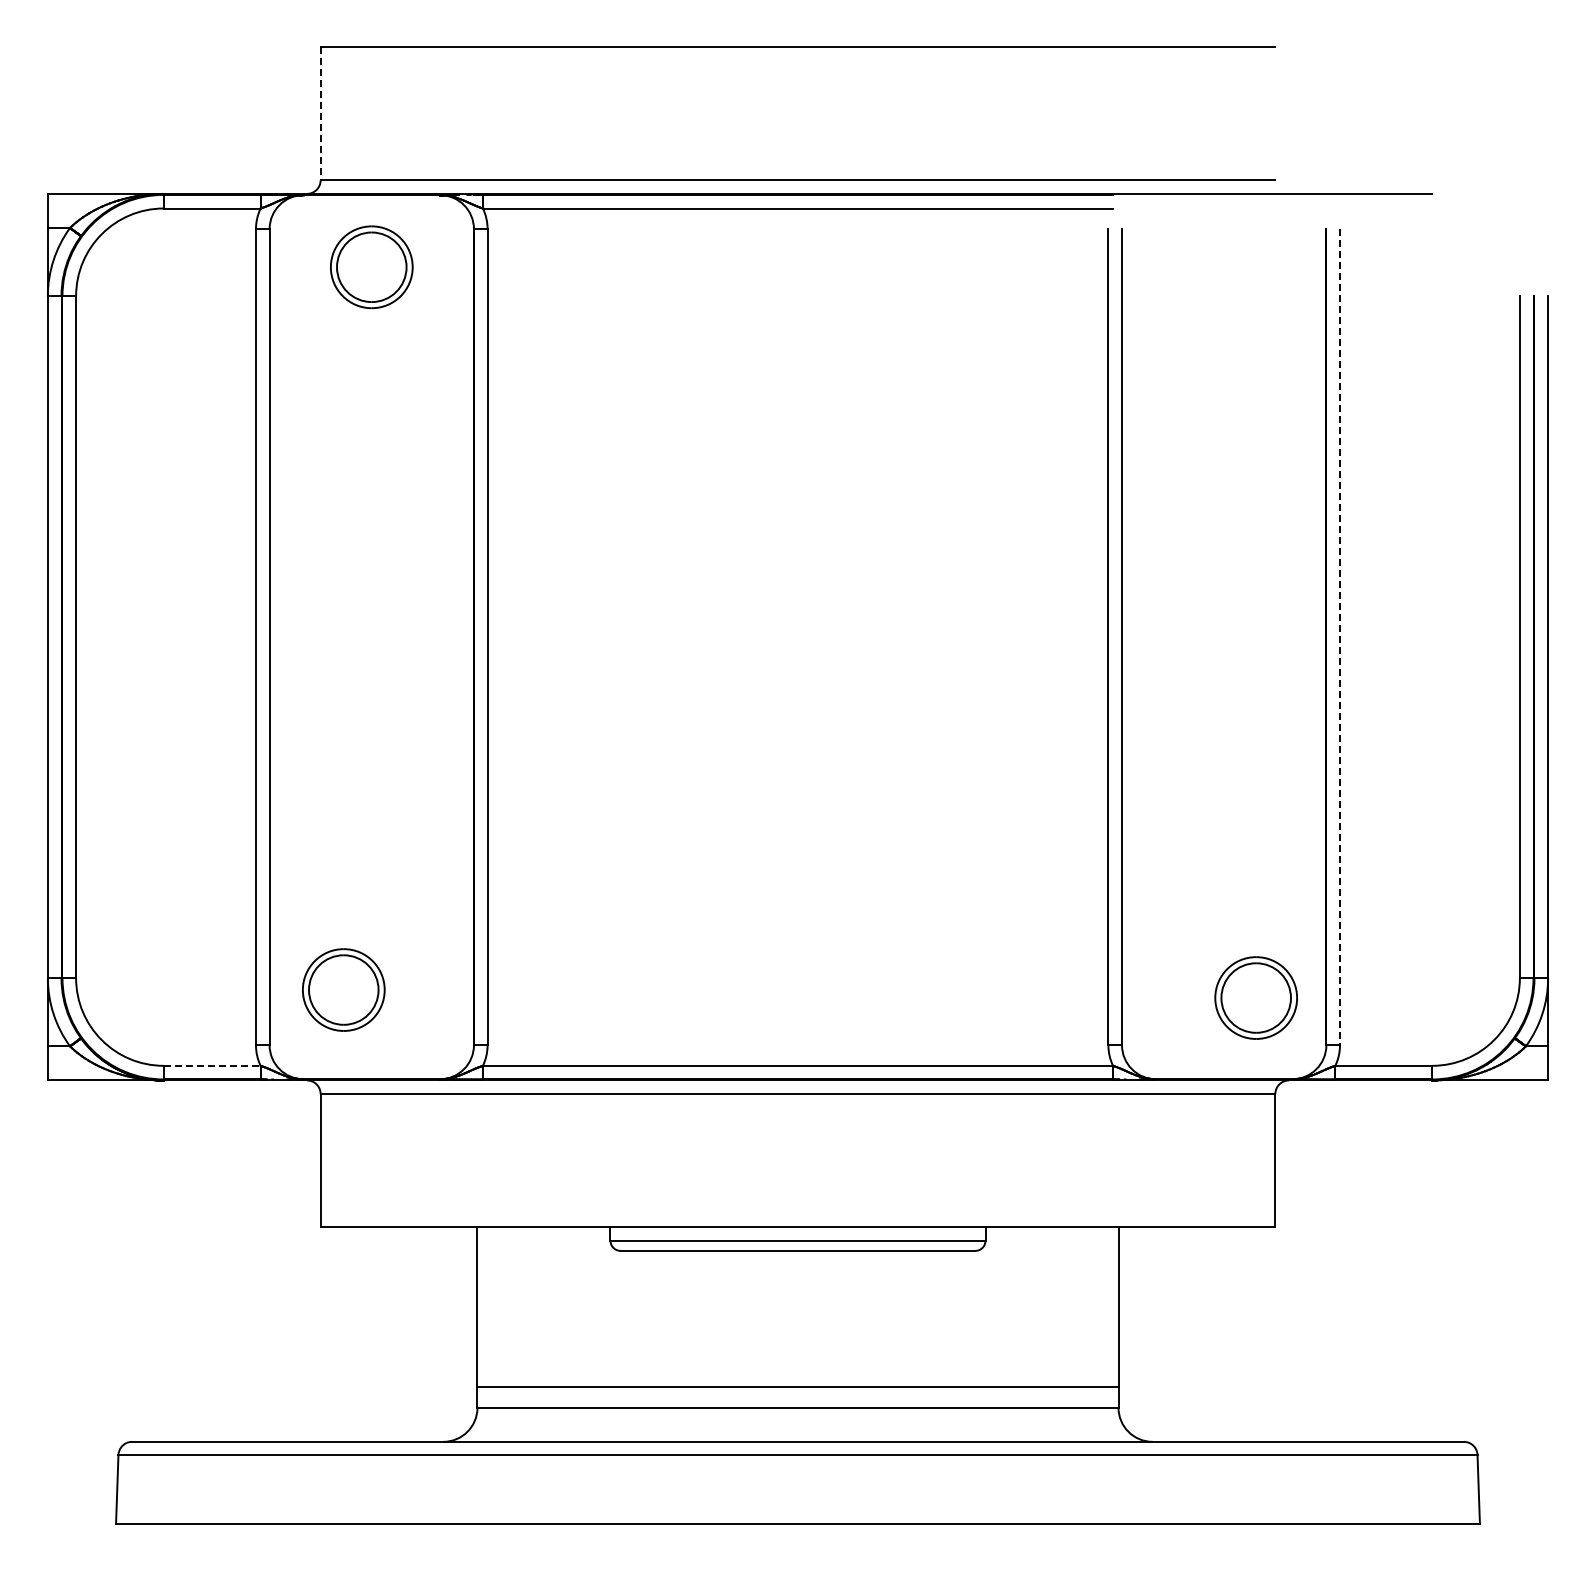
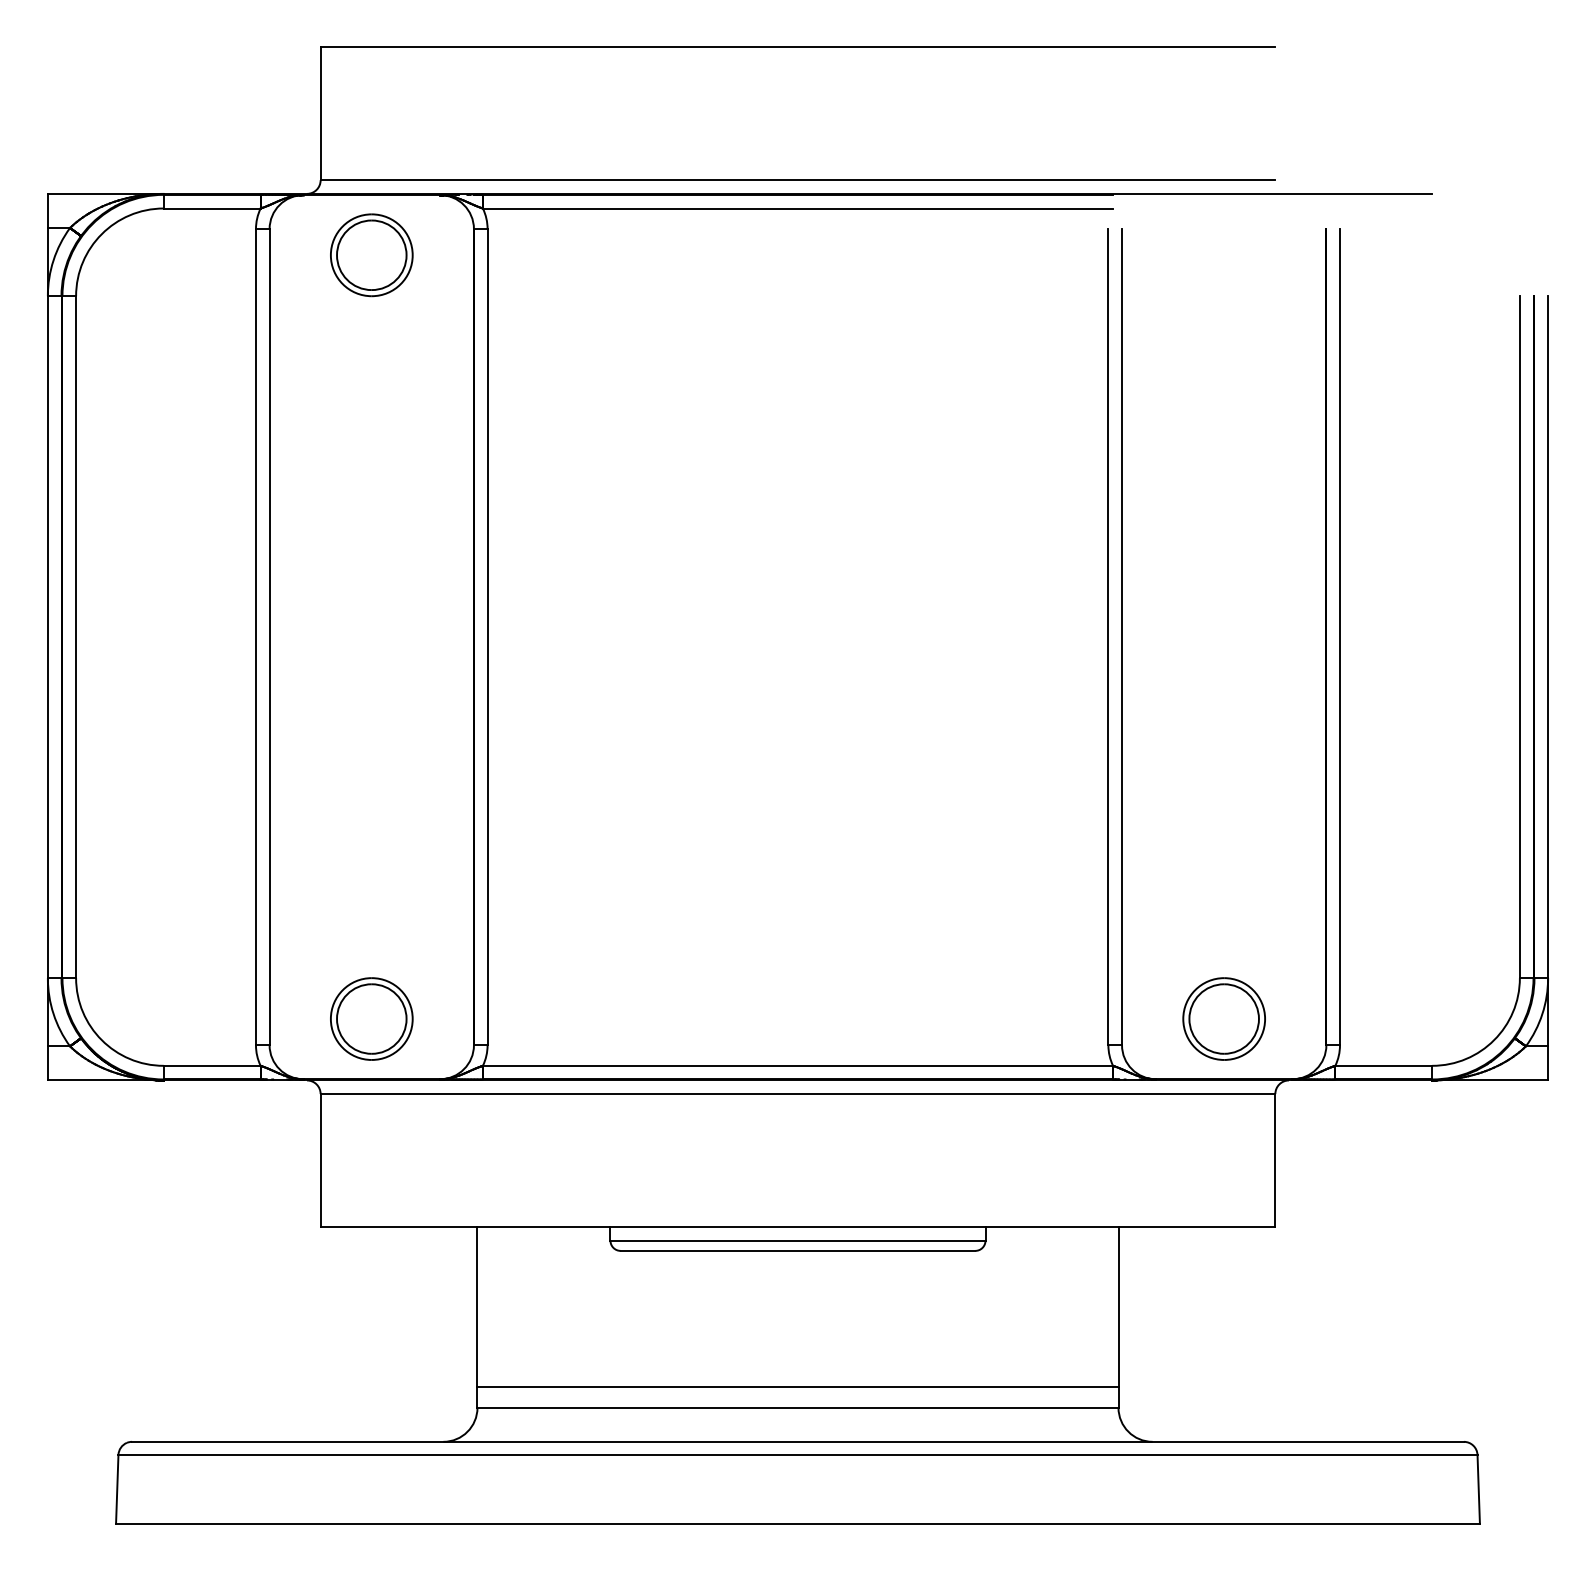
line at (320, 114): dashed -> solid
part at (371, 267) position: (371, 267) -> (371, 255)
line at (1340, 637): dashed -> solid
part at (343, 989) position: (343, 989) -> (371, 1018)
part at (1255, 997) position: (1255, 997) -> (1223, 1018)
line at (212, 1065): dashed -> solid
